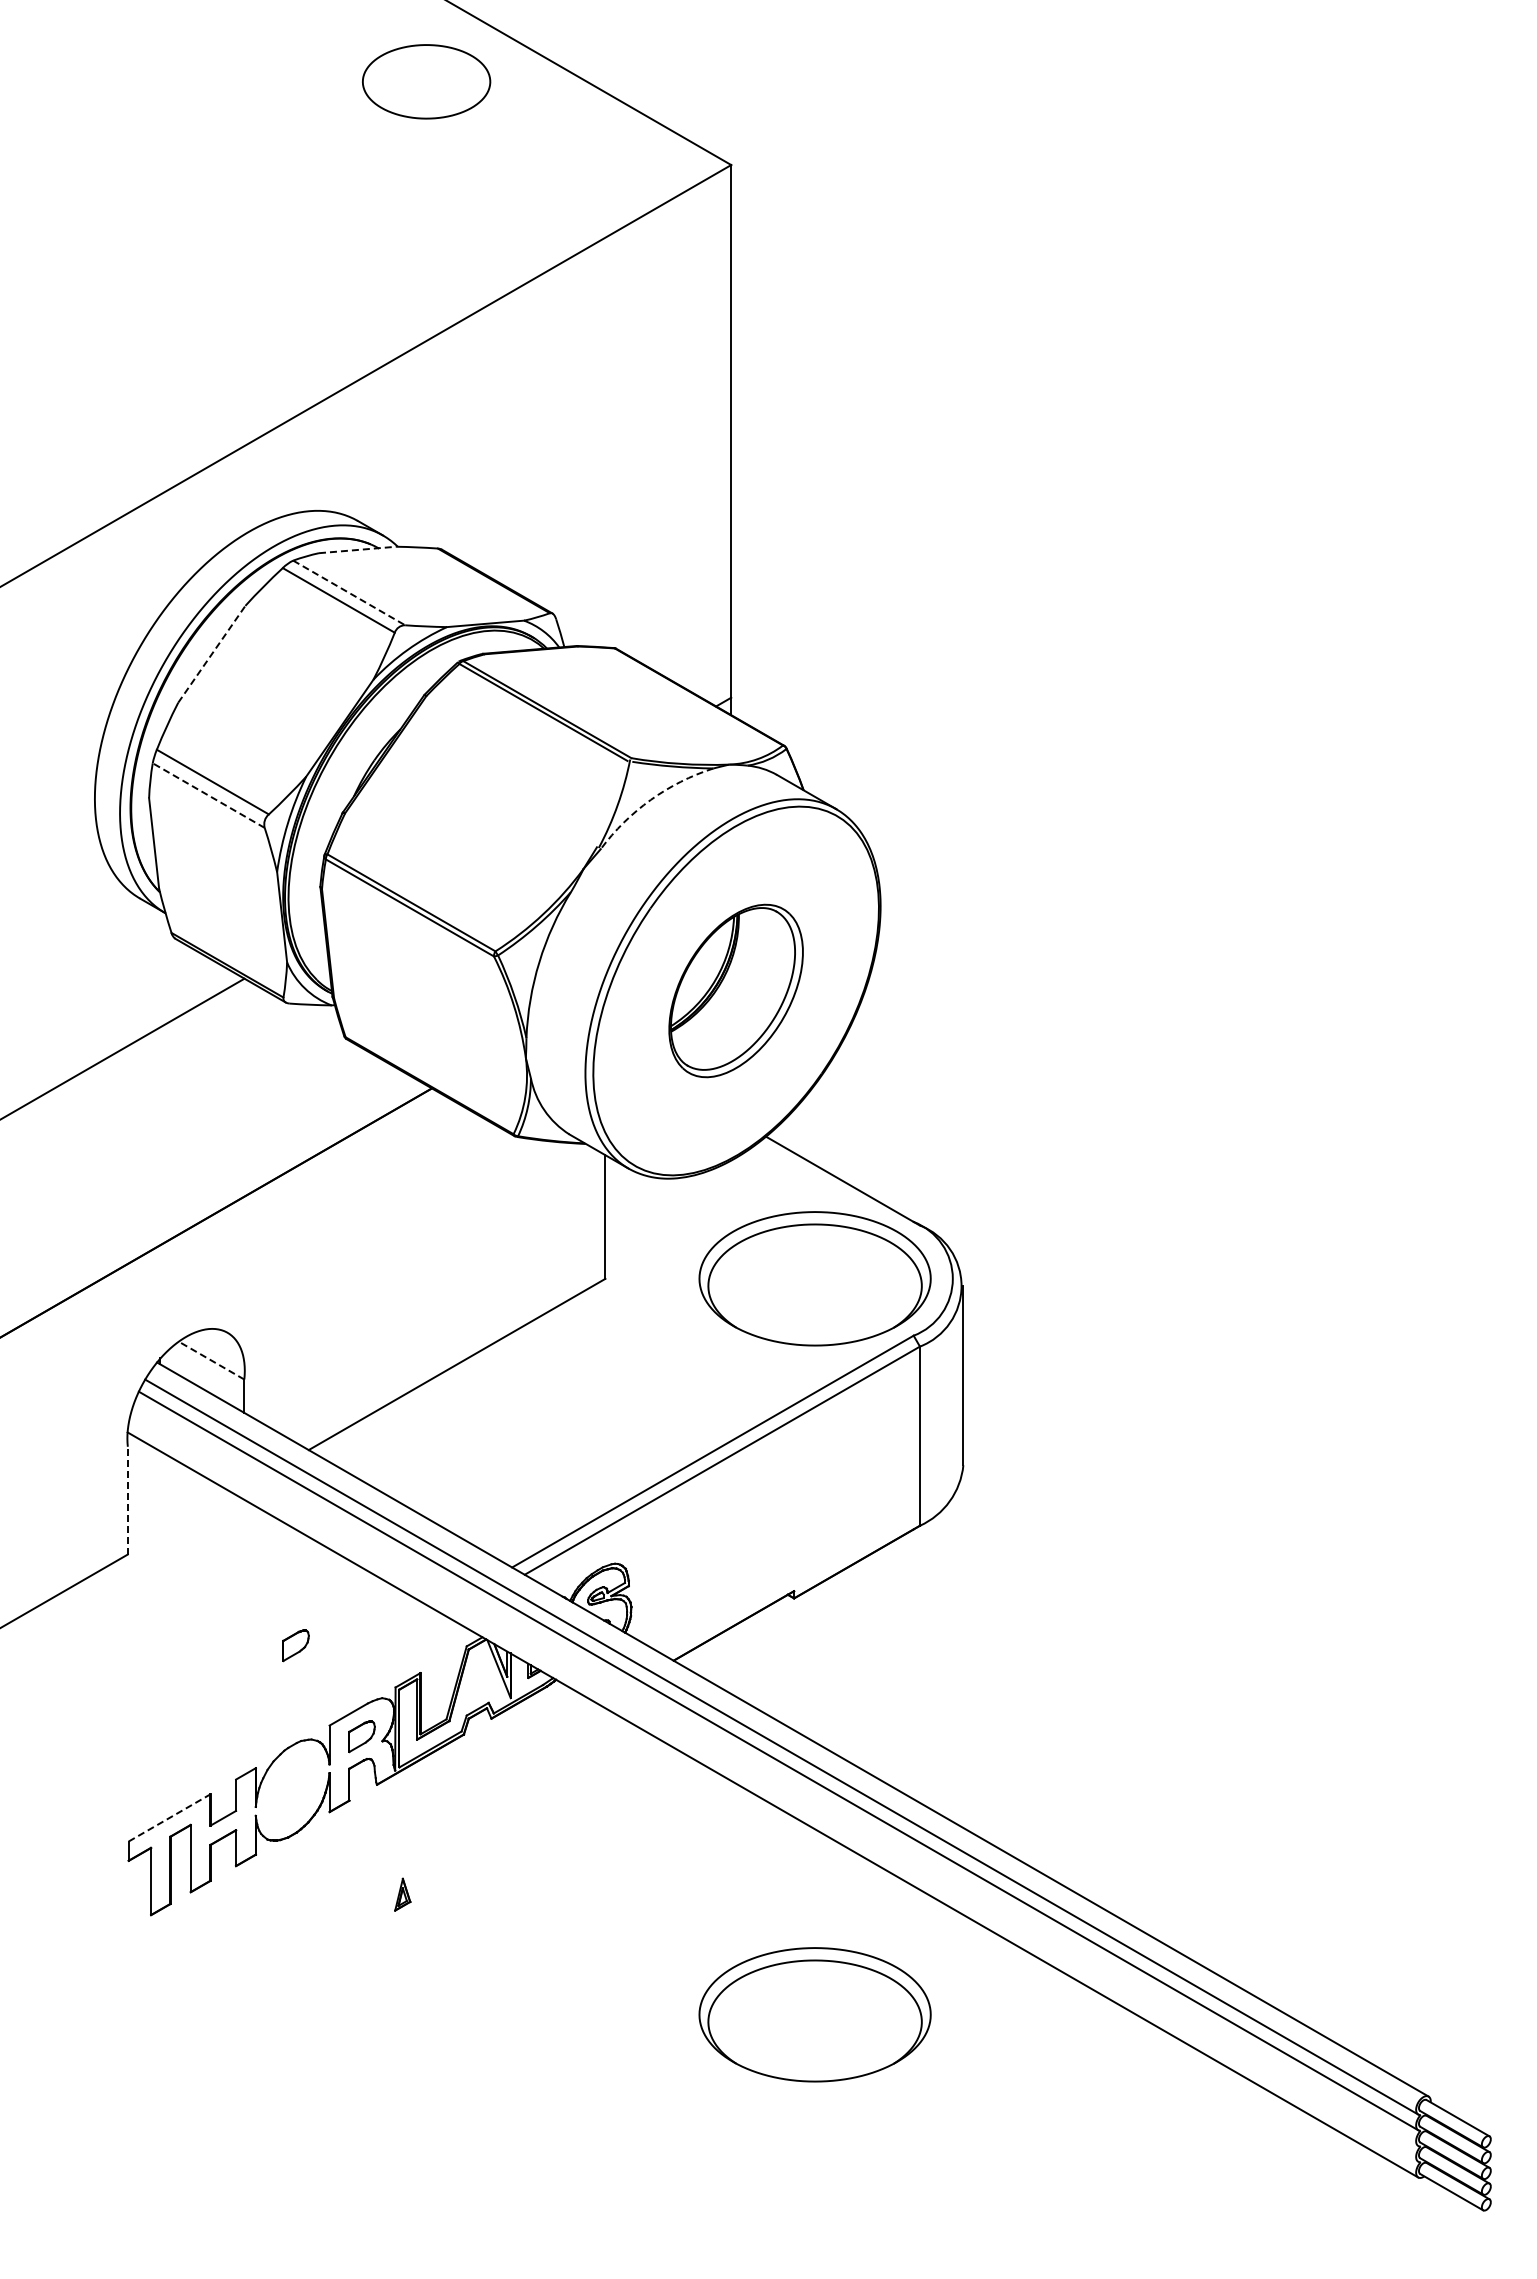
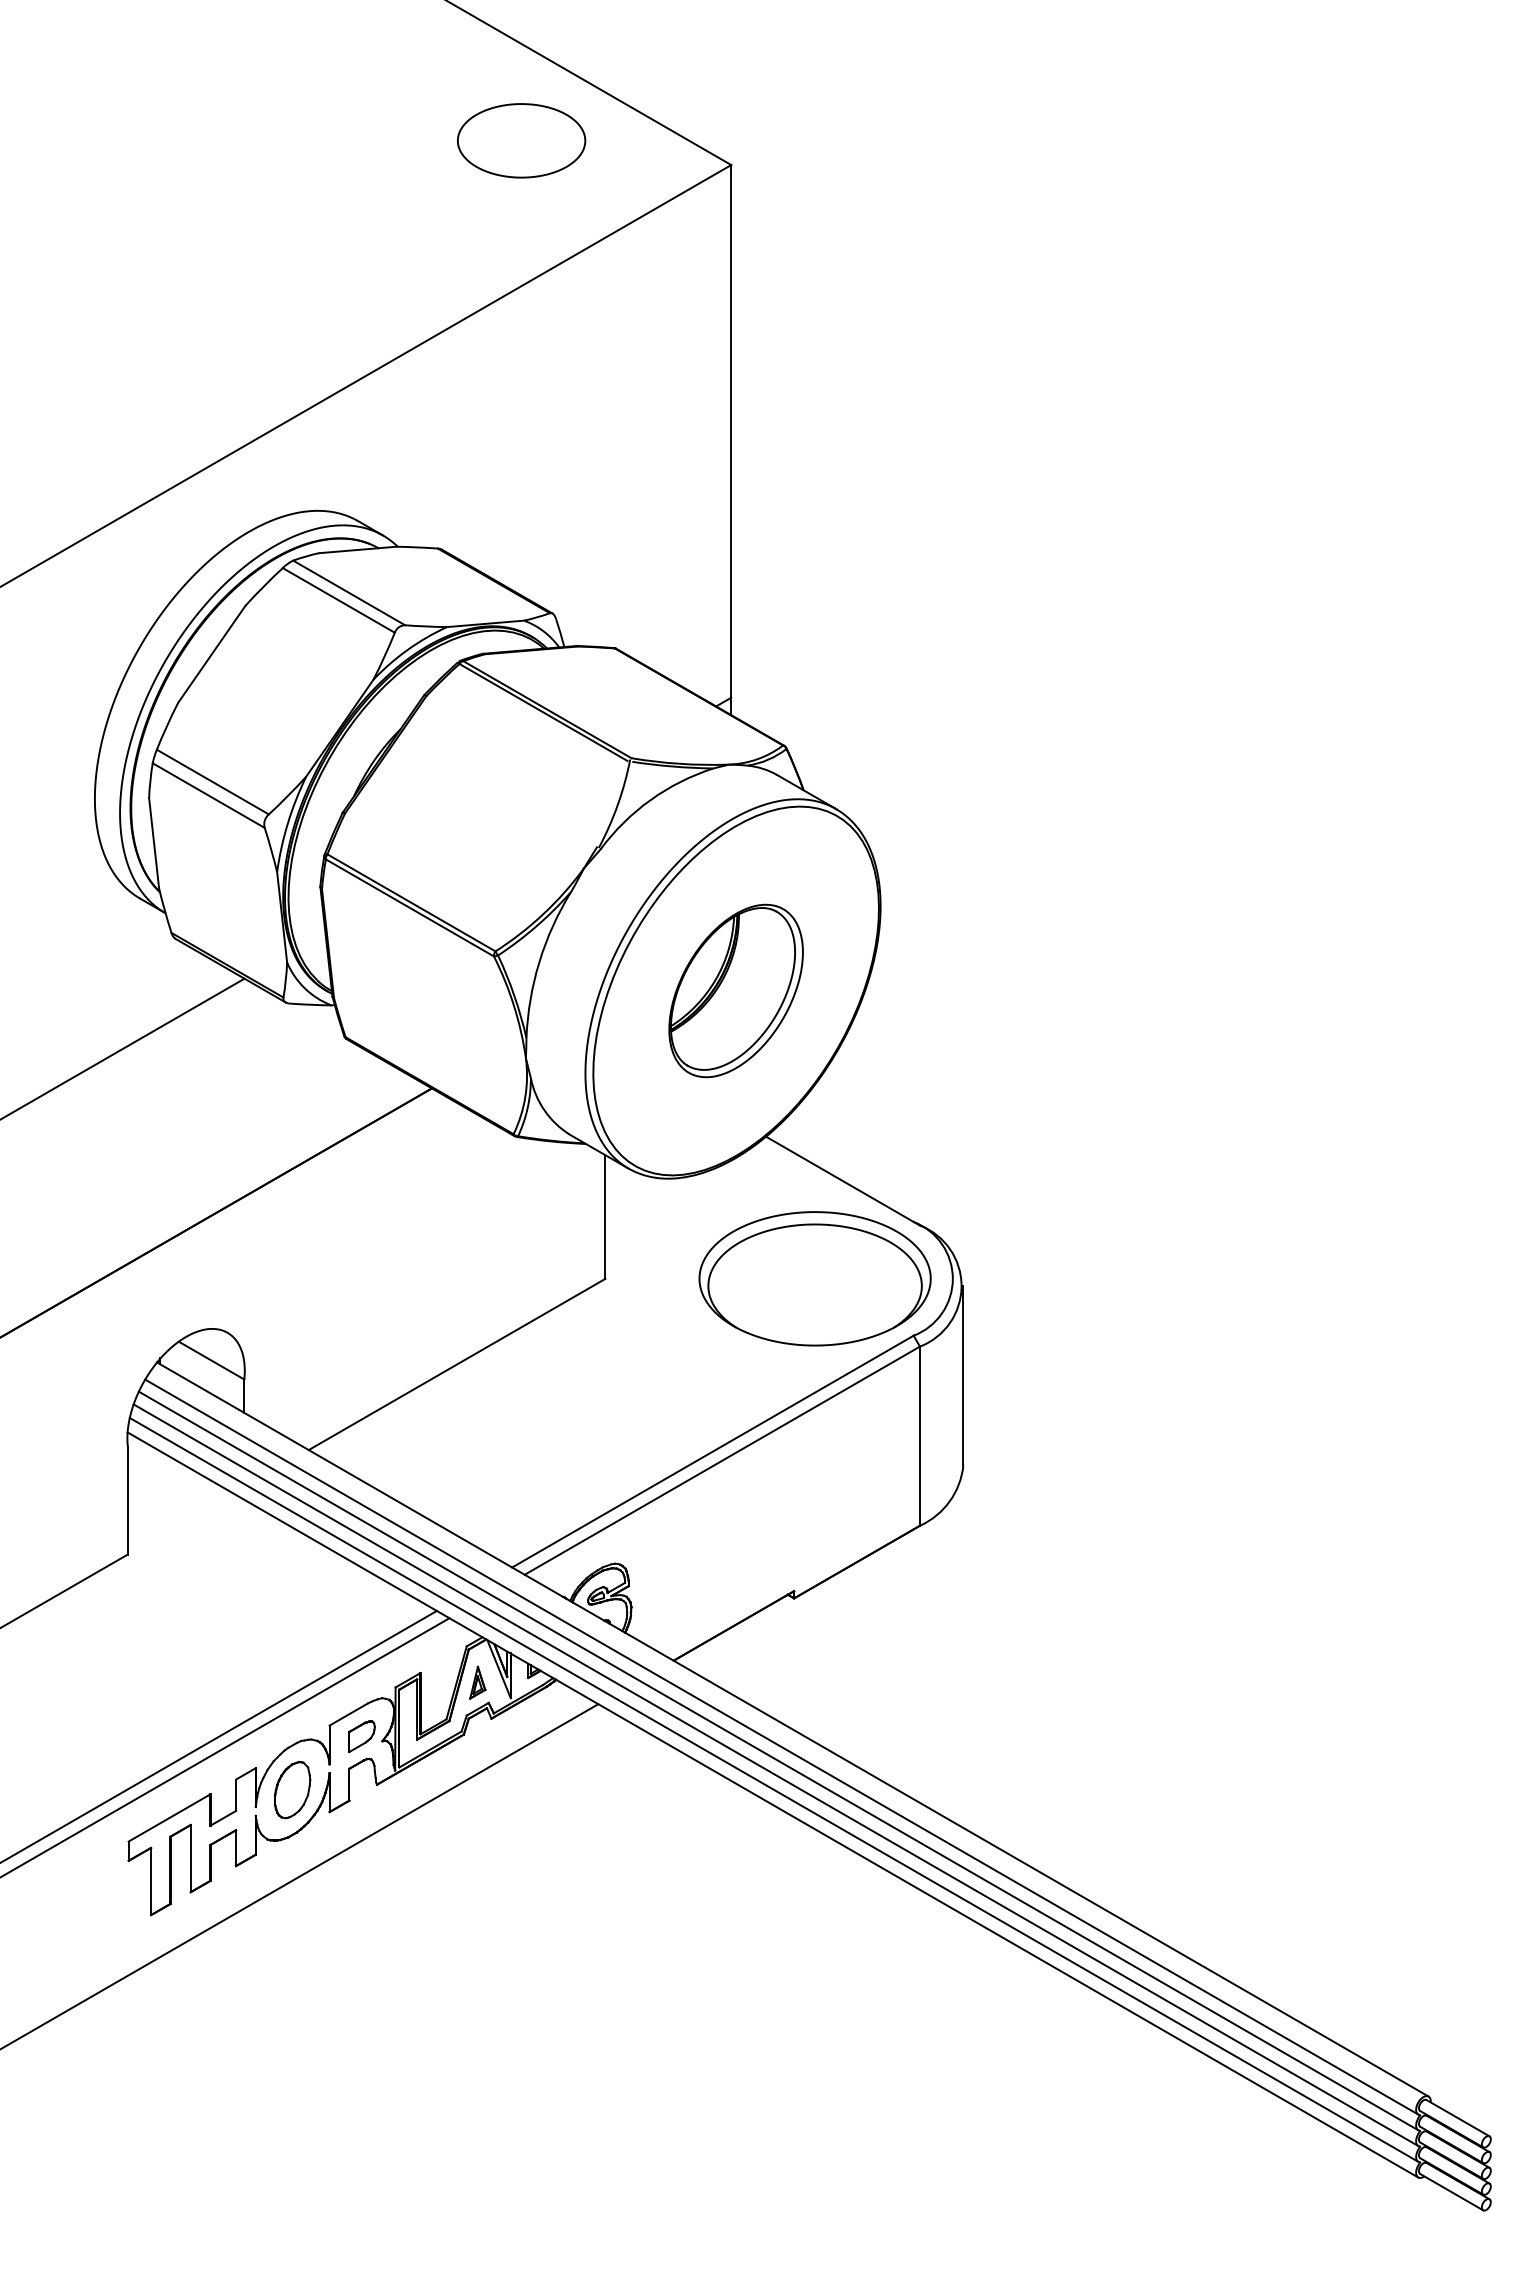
part at (426, 81) position: (426, 81) -> (521, 140)
line at (357, 549): dashed -> solid
line at (349, 592): dashed -> solid
line at (211, 654): dashed -> solid
line at (208, 795): dashed -> solid
arc at (650, 799): dashed -> solid
line at (211, 1360): dashed -> solid
line at (127, 1500): dashed -> solid
part at (295, 1645): present -> none
line at (219, 1735): none -> present
line at (225, 1747): none -> present
line at (775, 1775): none -> present
line at (773, 1789): none -> present
part at (292, 1790): none -> present
line at (170, 1817): dashed -> solid
line at (300, 1876): none -> present
part at (402, 1894) position: (402, 1894) -> (477, 1682)
part at (814, 2014): present -> none
